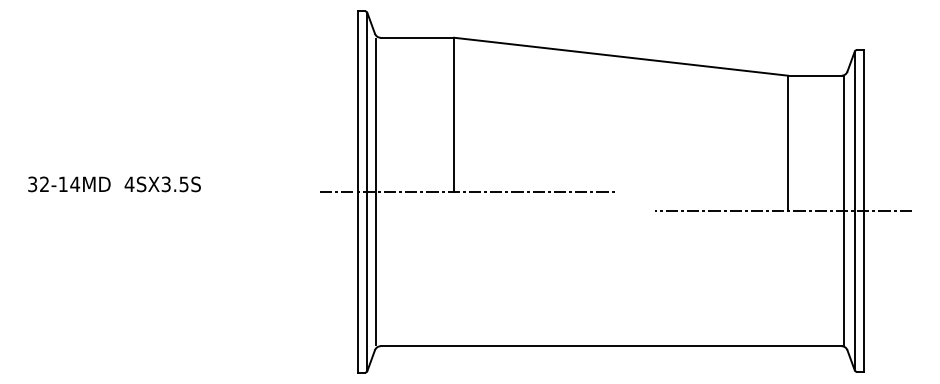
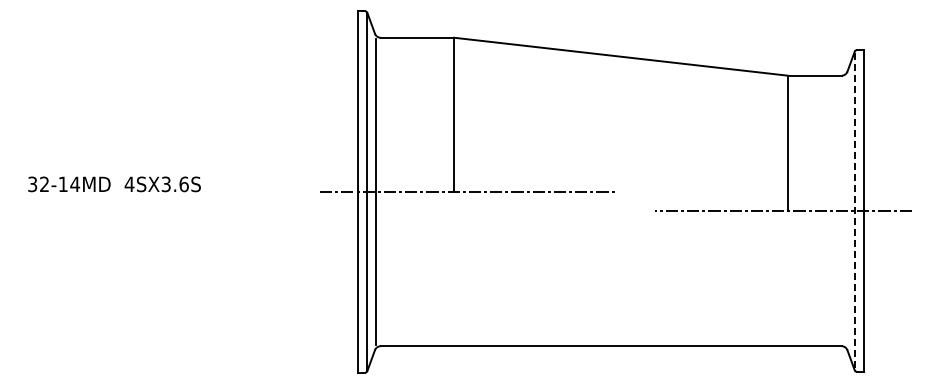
text at (183, 184): 4SX3.5S -> 4SX3.6S
line at (844, 210): present -> none
line at (855, 211): solid -> dashed
